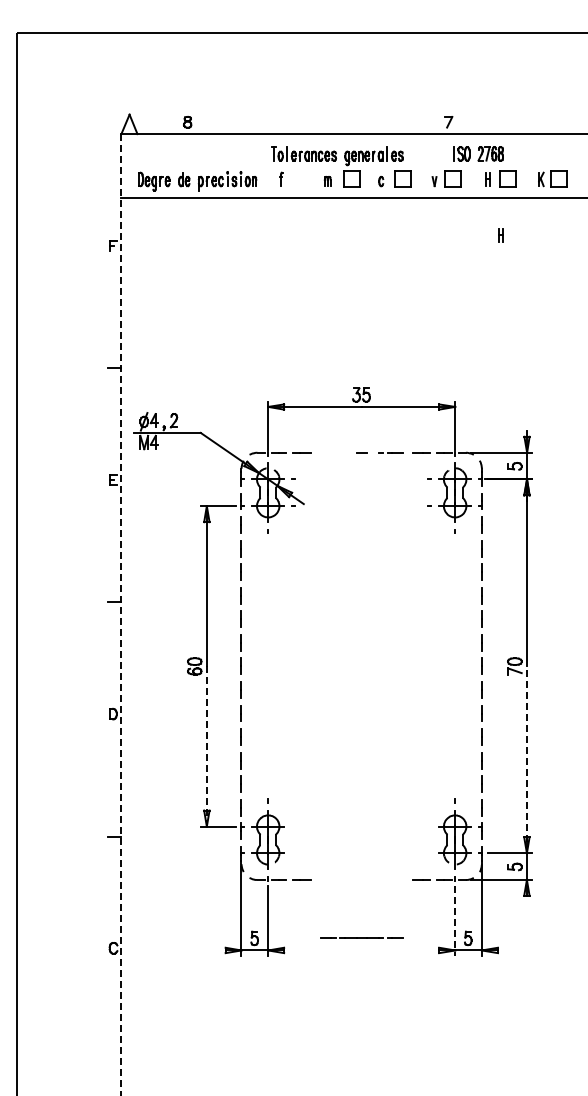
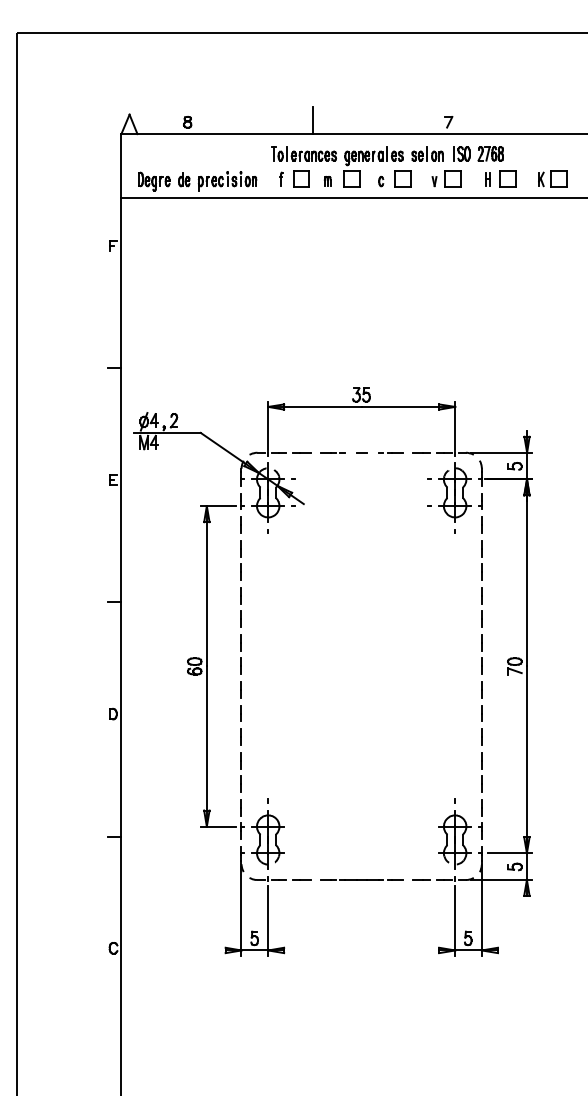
line at (313, 120): none -> present
part at (427, 153): none -> present
part at (301, 178): none -> present
part at (500, 235): present -> none
line at (332, 452): none -> present
line at (121, 614): dashed -> solid
line at (206, 745): dashed -> solid
line at (526, 759): dashed -> solid
line at (455, 921): dashed -> solid
line at (361, 937) position: (361, 937) -> (361, 879)
